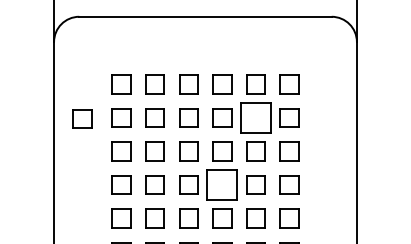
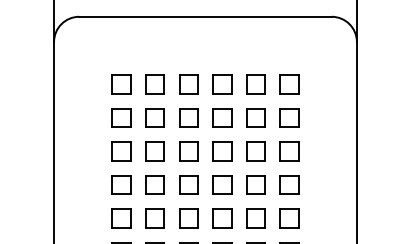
part at (255, 117) size: 32x32 px -> 20x20 px
part at (82, 118): present -> none
part at (221, 184) size: 32x32 px -> 21x20 px
